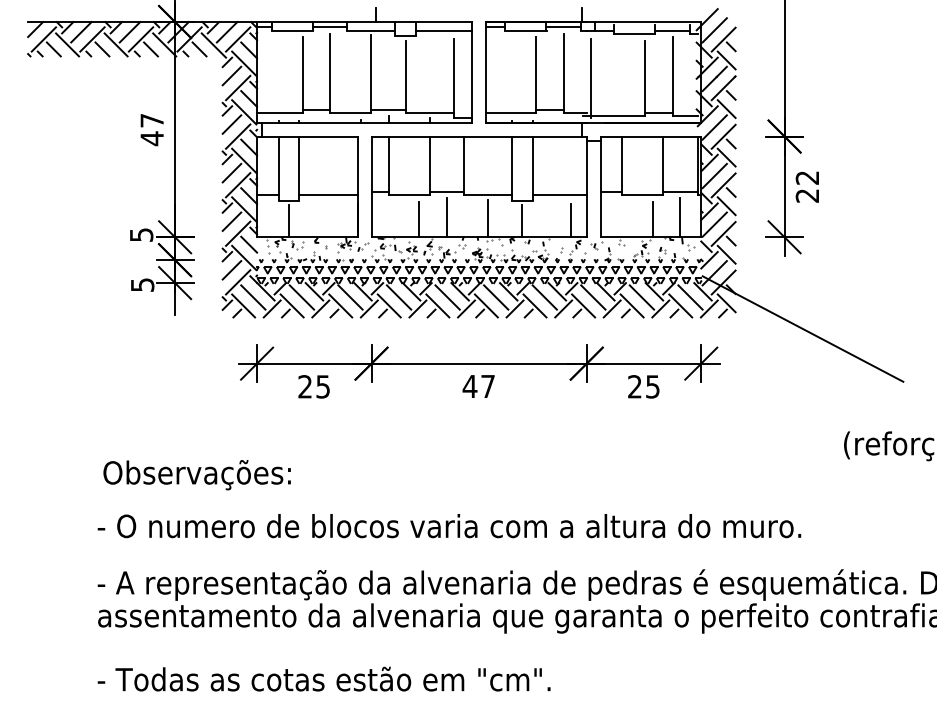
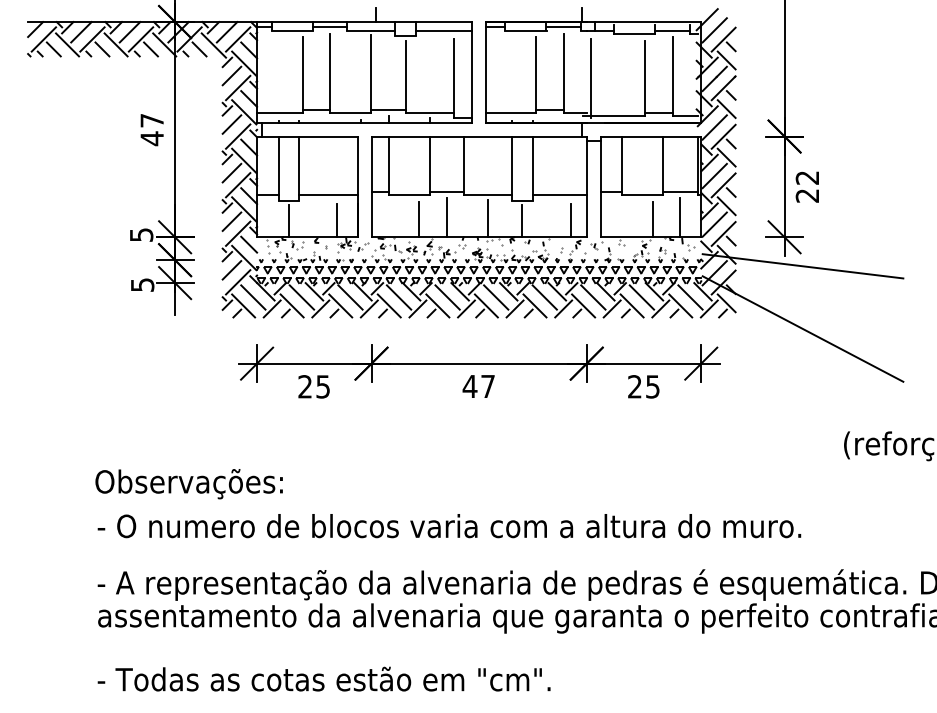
line at (336, 220): none -> present
line at (802, 266): none -> present
text at (196, 475) position: (196, 475) -> (188, 484)
